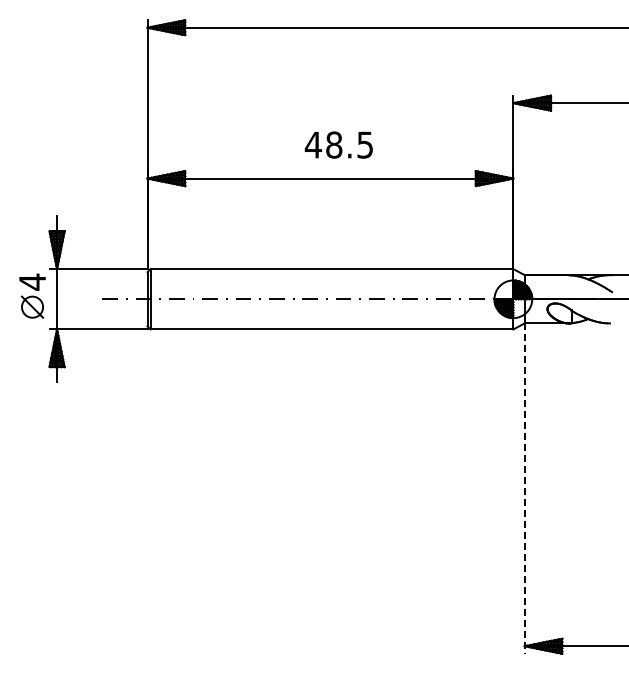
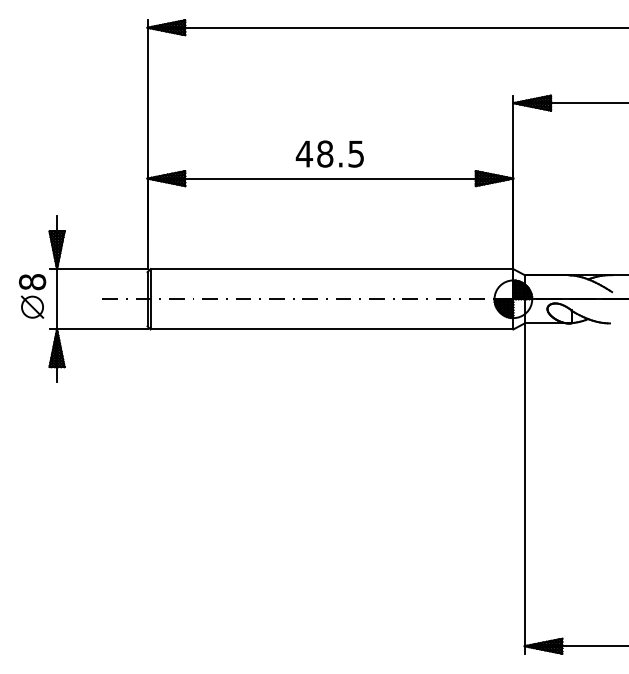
text at (338, 144) position: (338, 144) -> (329, 153)
text at (32, 281): 4 -> 8
line at (524, 489): dashed -> solid
